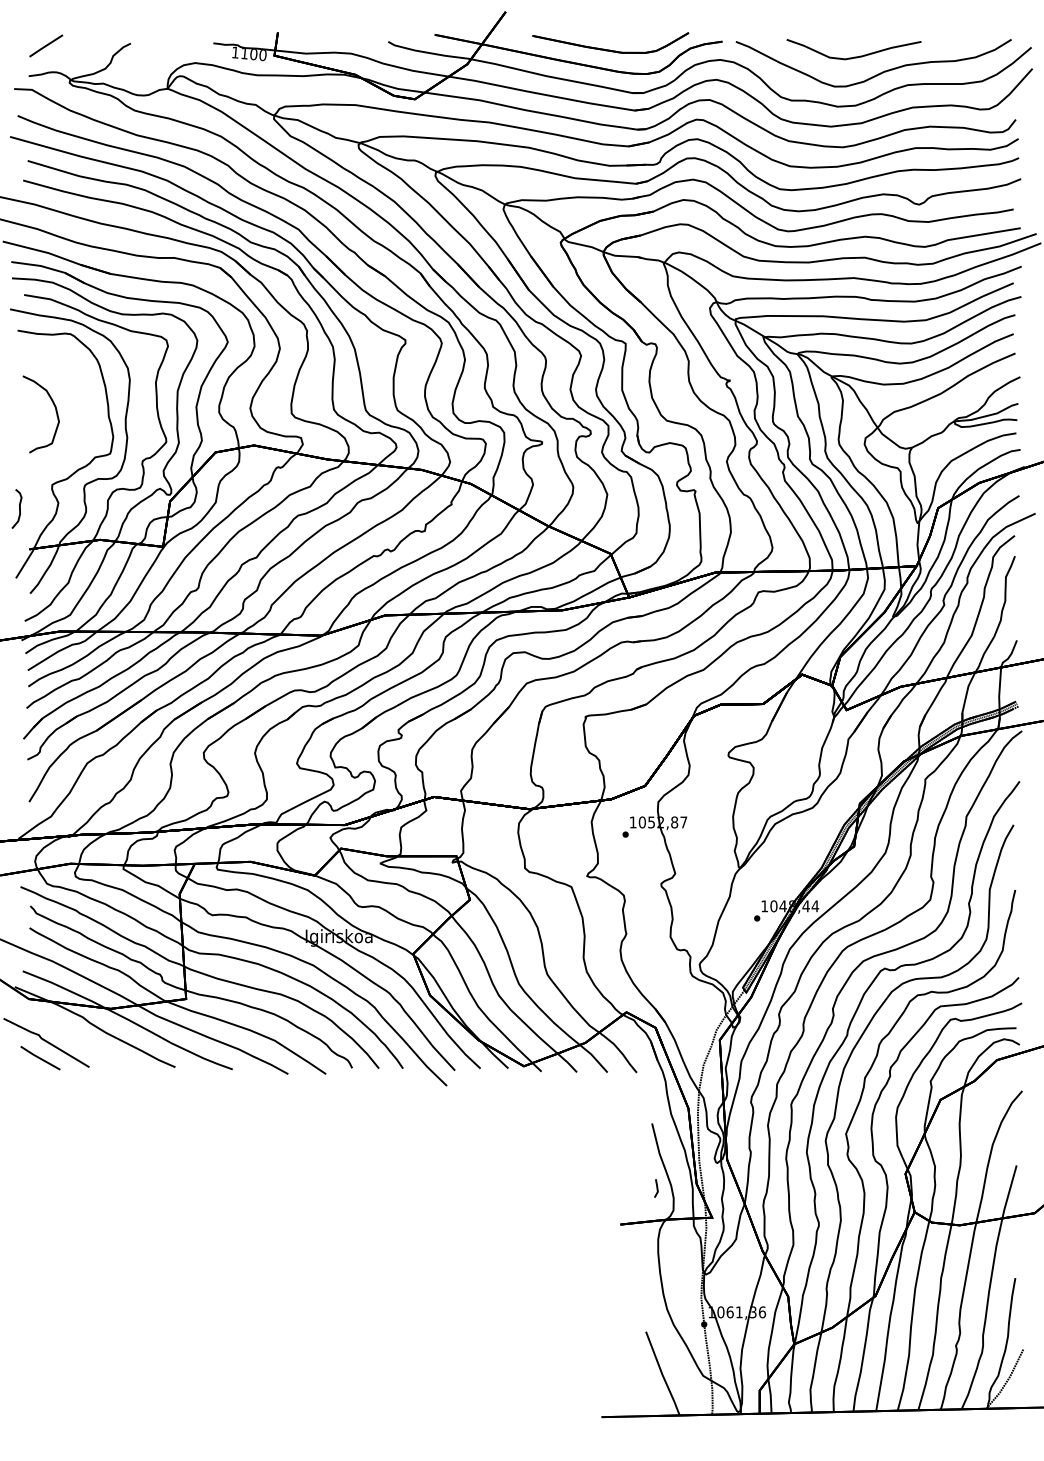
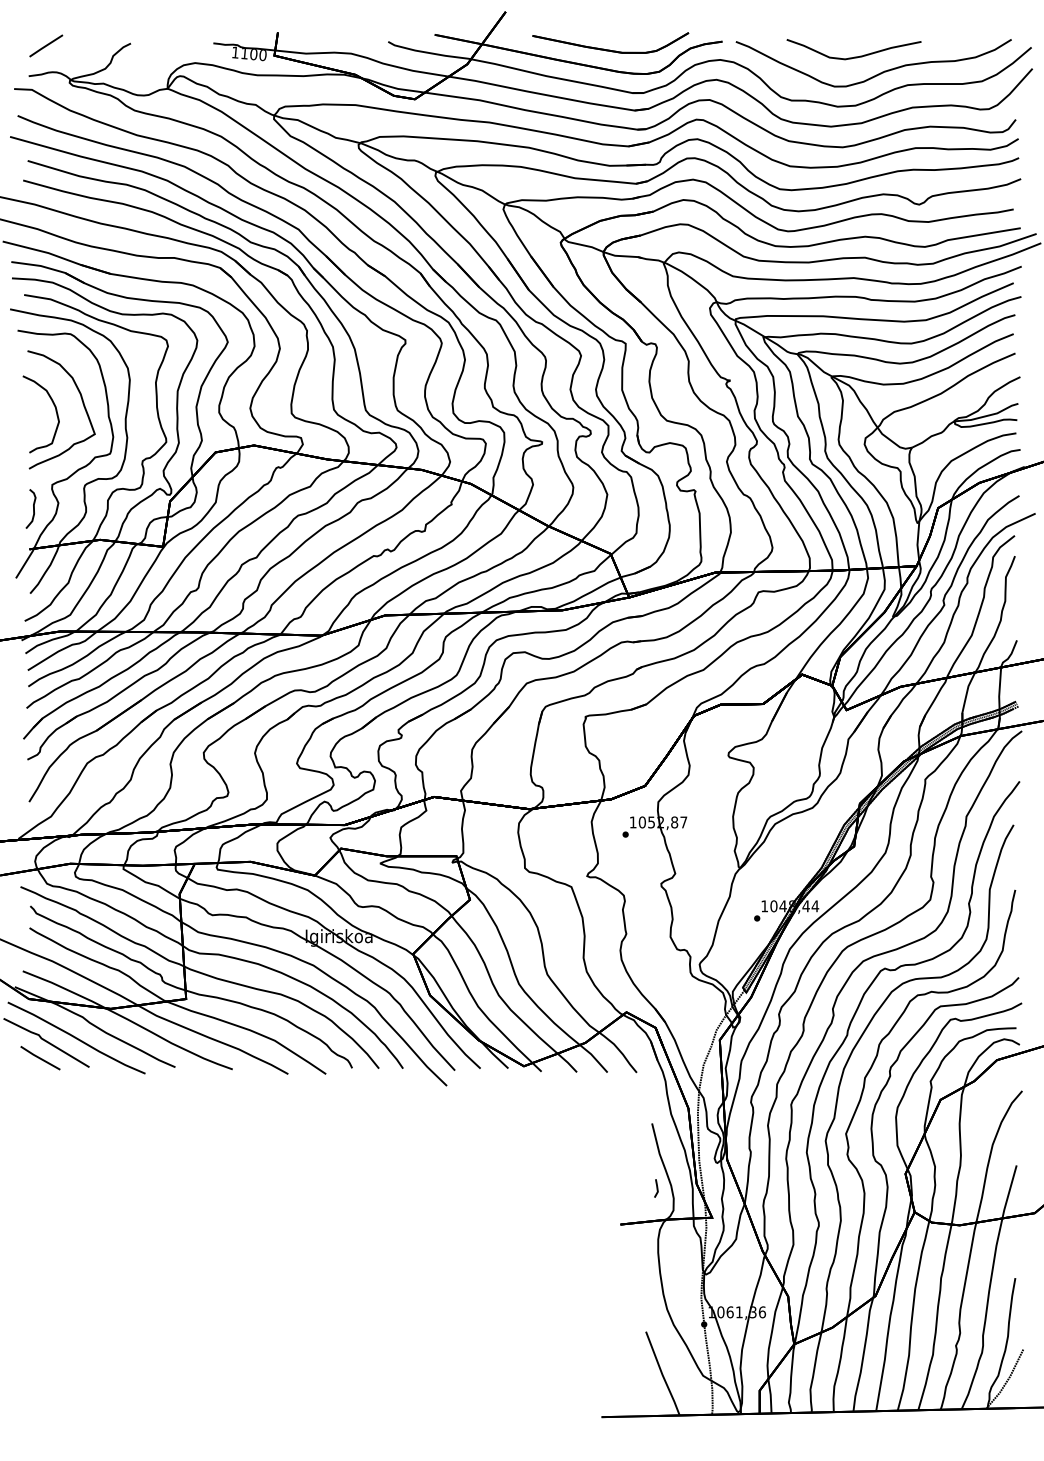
curve at (82, 403): none -> present
curve at (19, 508) position: (19, 508) -> (33, 508)
part at (76, 1037): none -> present
